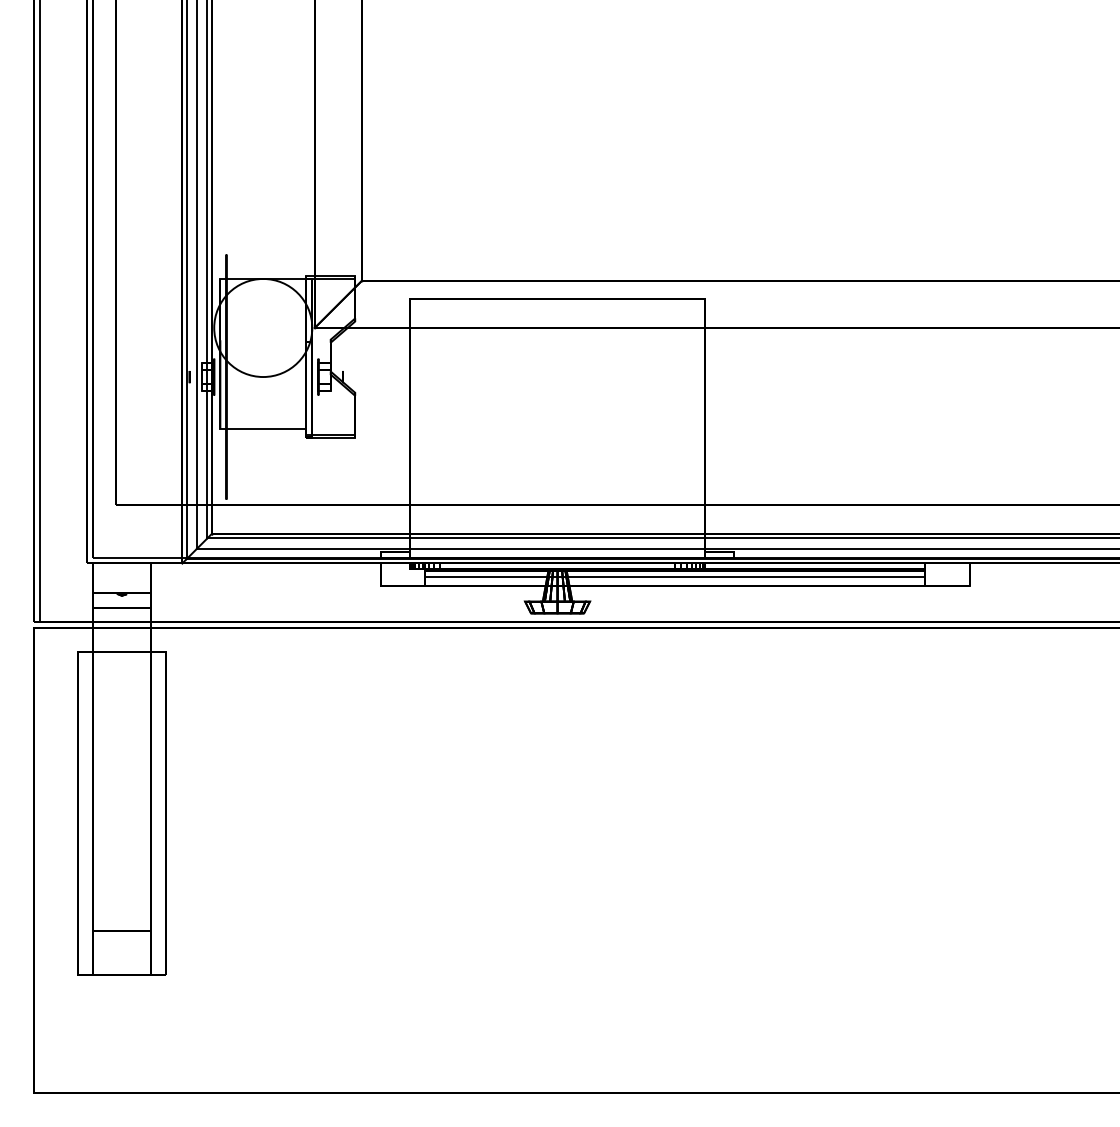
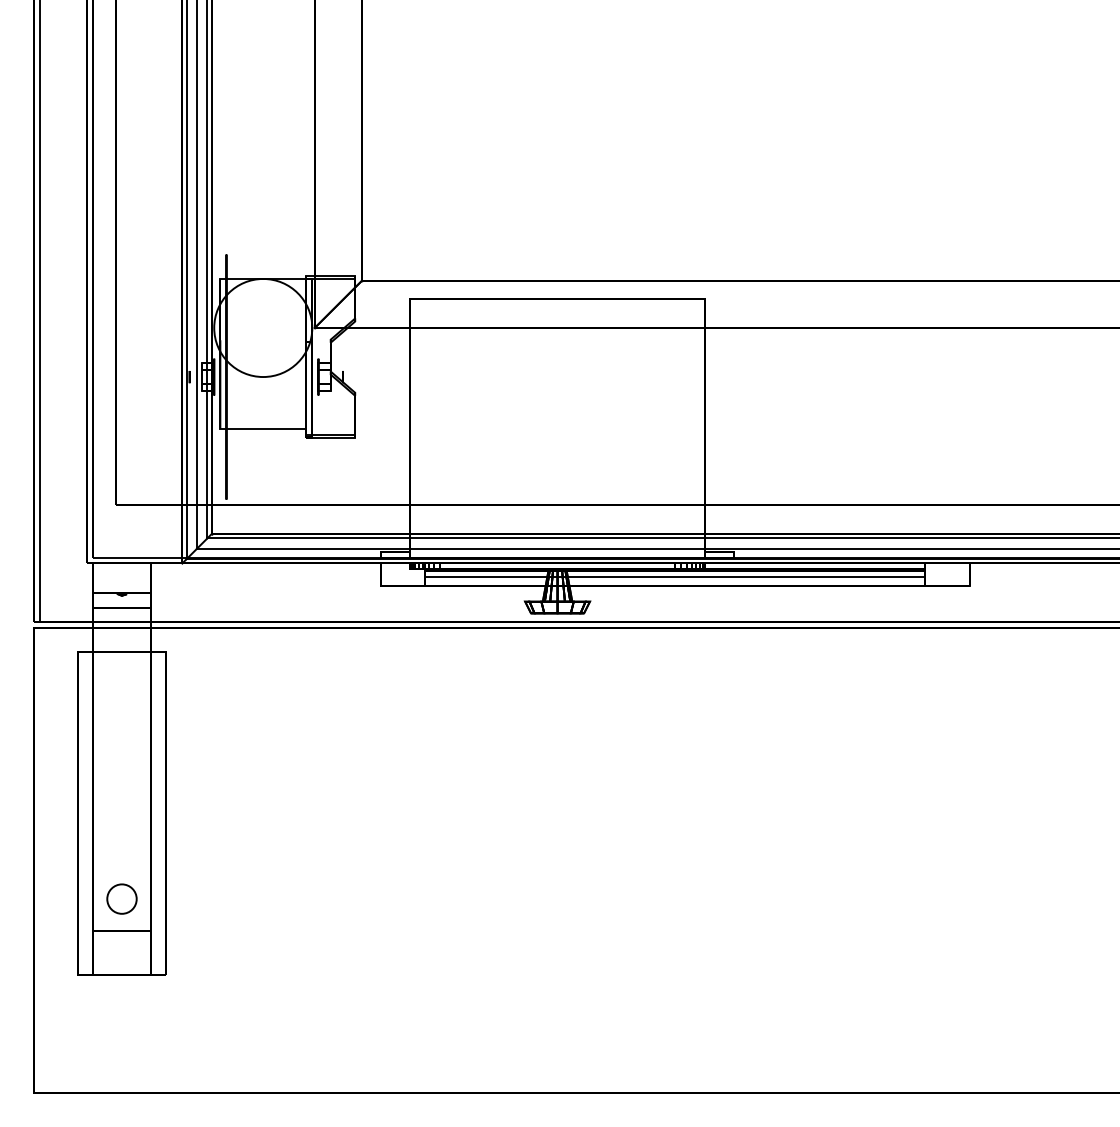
circle at (121, 898): none -> present
